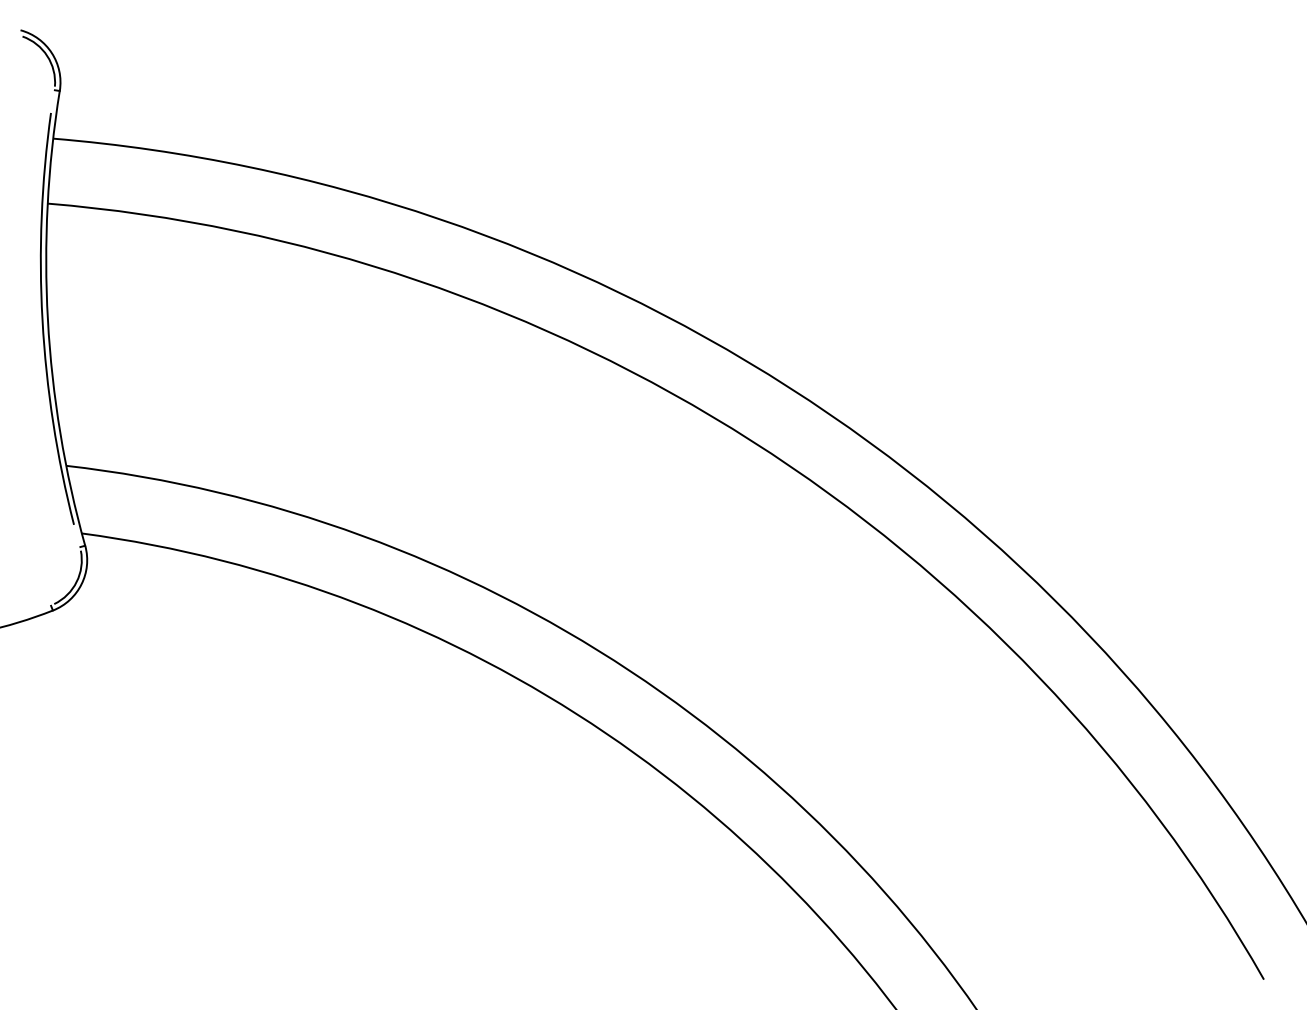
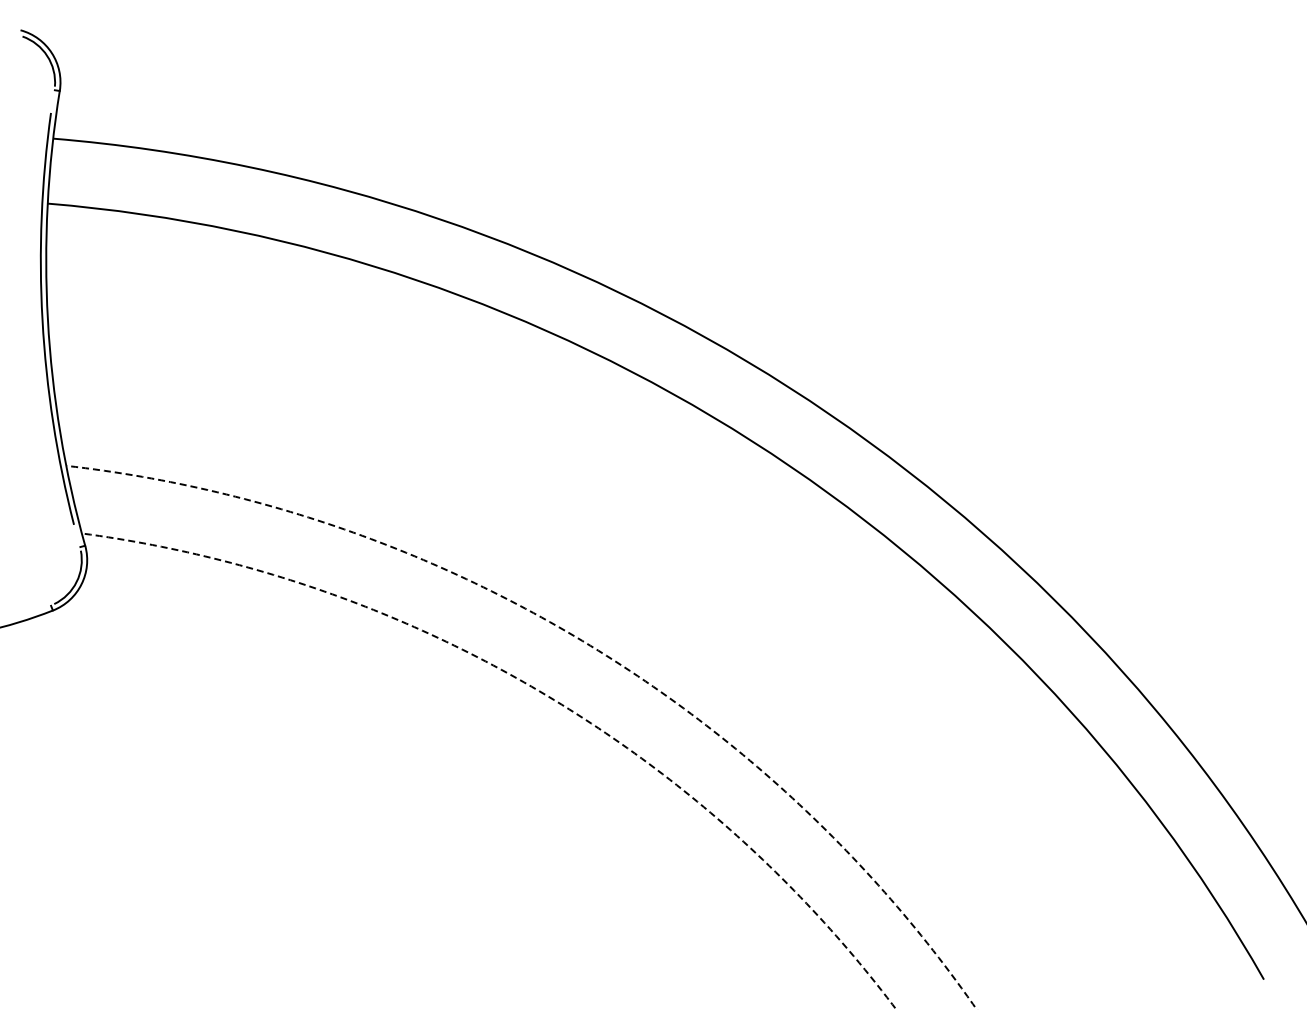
arc at (579, 639): solid -> dashed
arc at (538, 690): solid -> dashed
